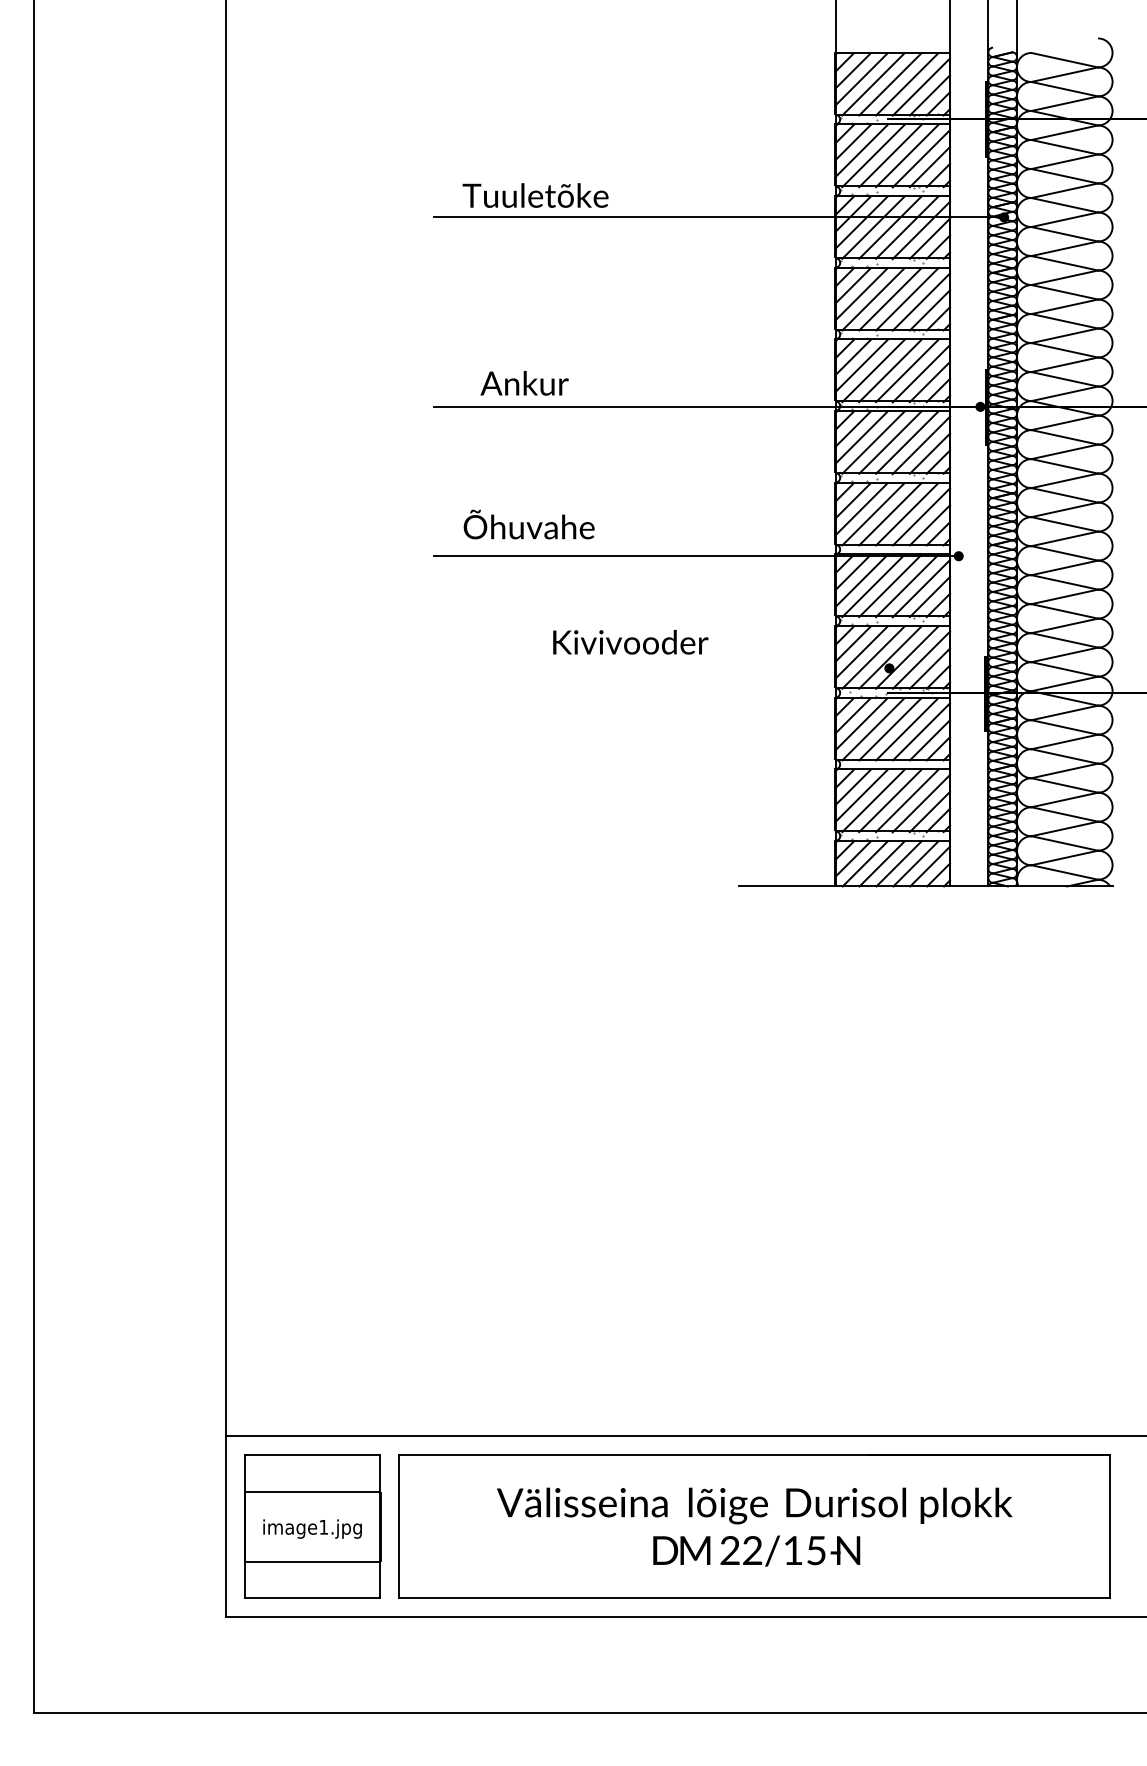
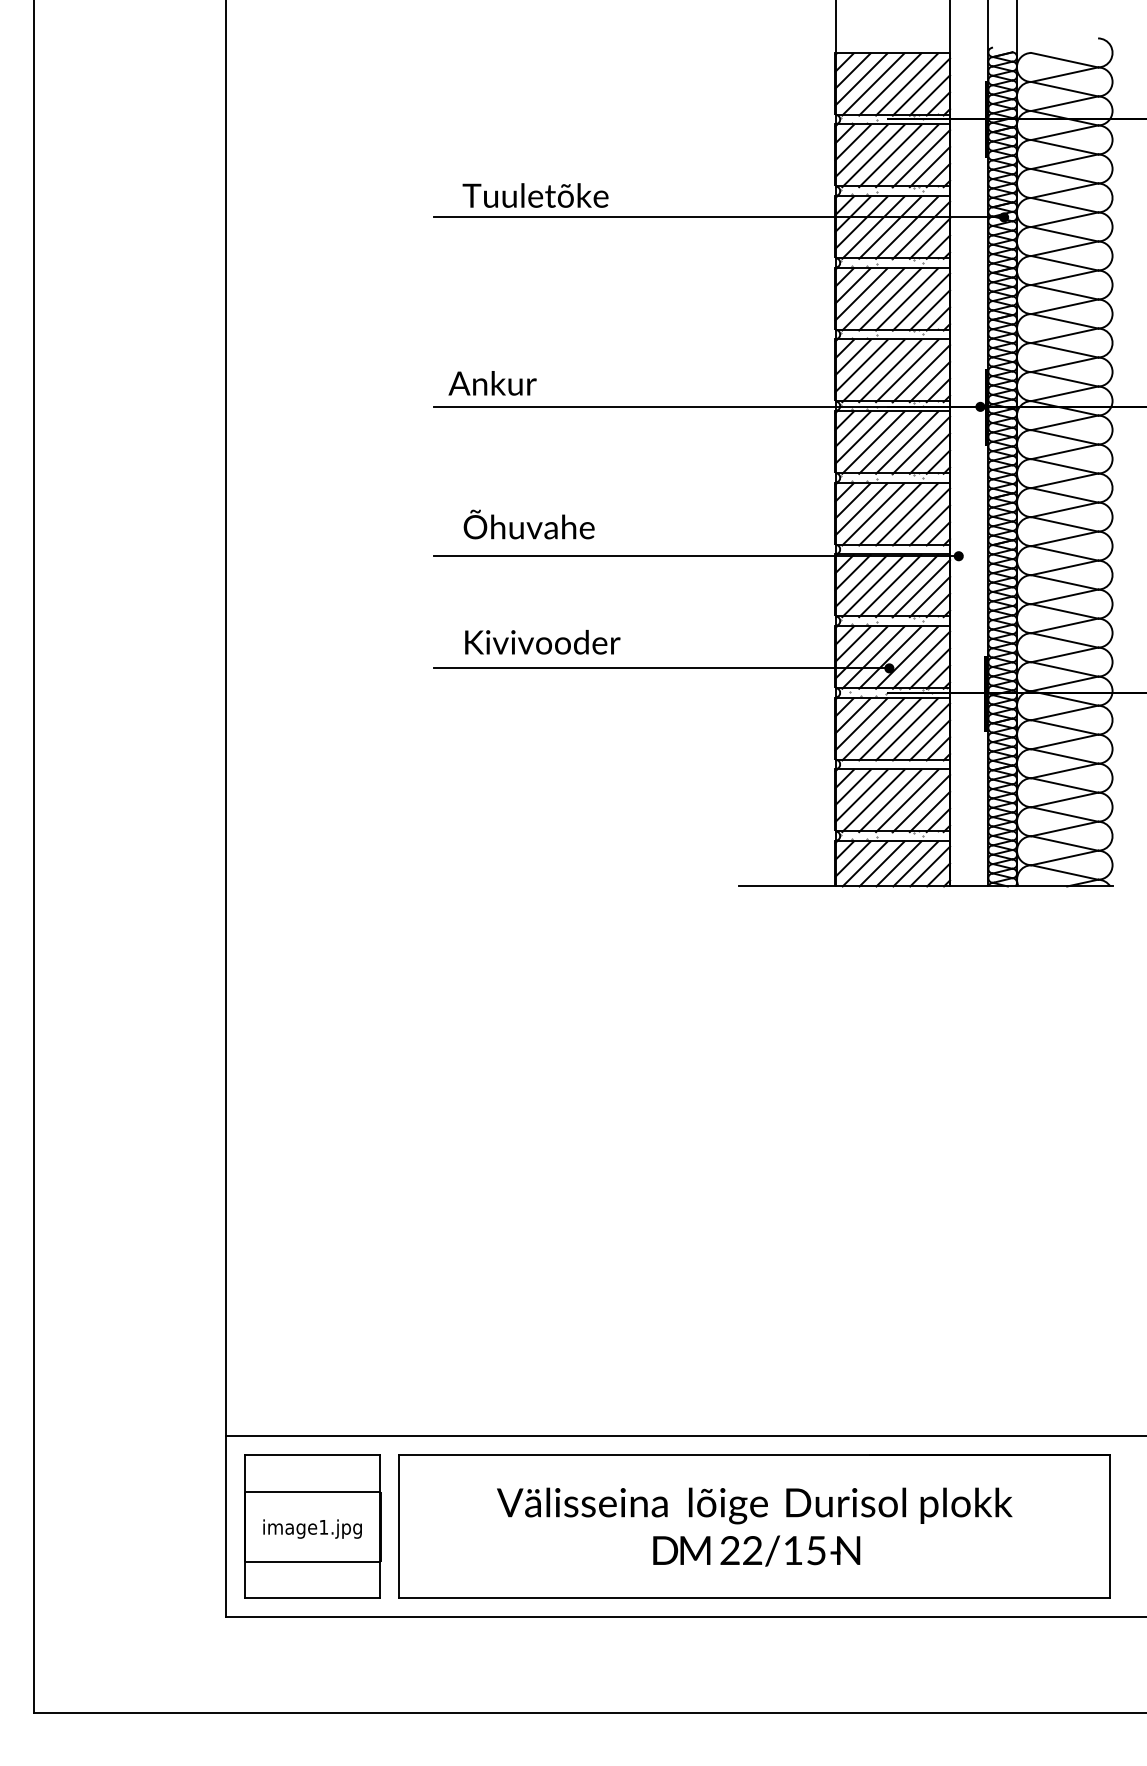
text at (524, 383) position: (524, 383) -> (492, 383)
text at (630, 642) position: (630, 642) -> (542, 642)
line at (661, 668): none -> present
